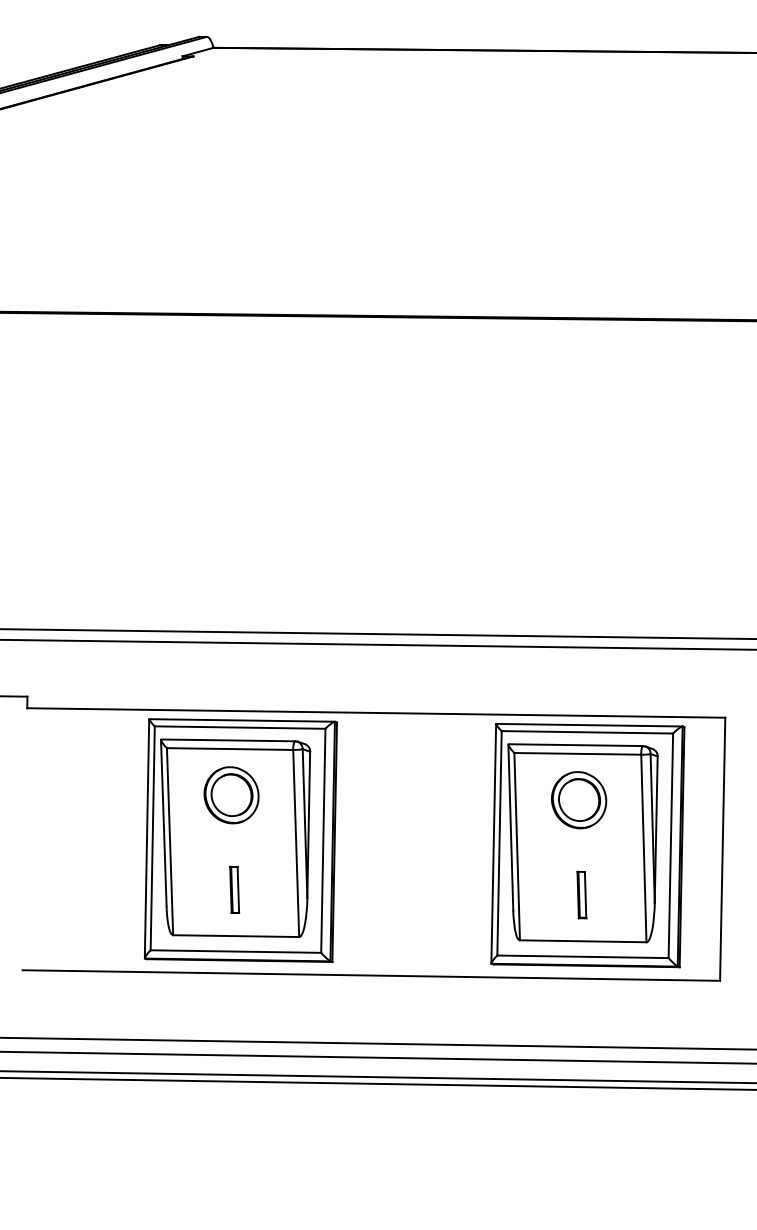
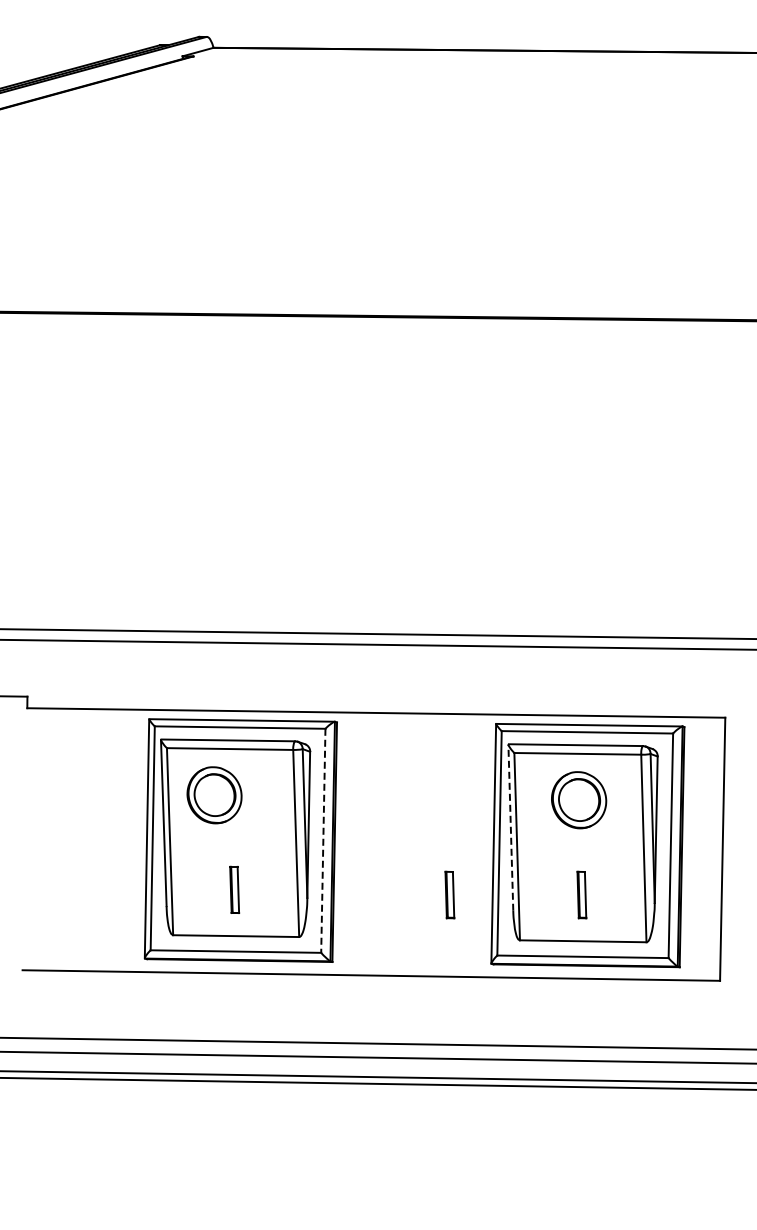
part at (231, 795) position: (231, 795) -> (214, 795)
line at (510, 827): solid -> dashed
line at (323, 841): solid -> dashed
part at (449, 894): none -> present
